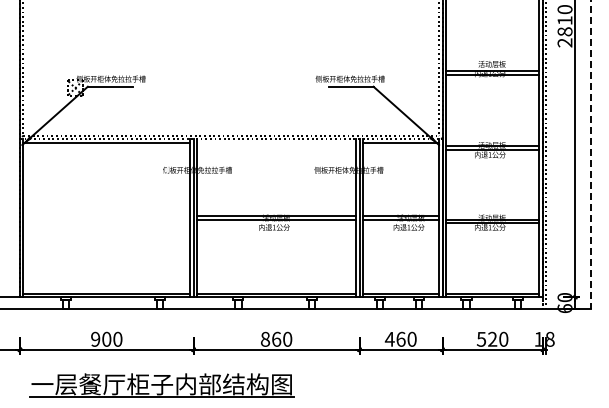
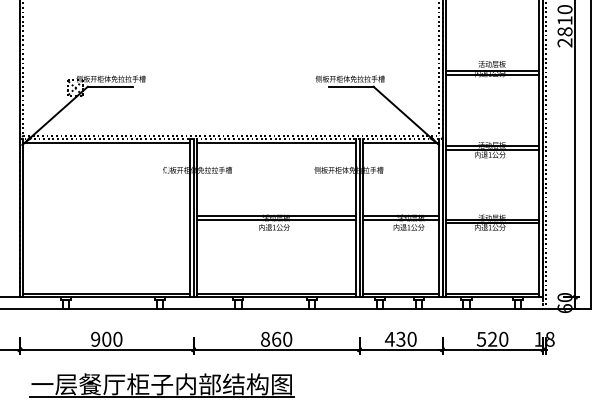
line at (276, 142): none -> present
line at (590, 155): dashed -> solid
text at (400, 338): 460 -> 430
